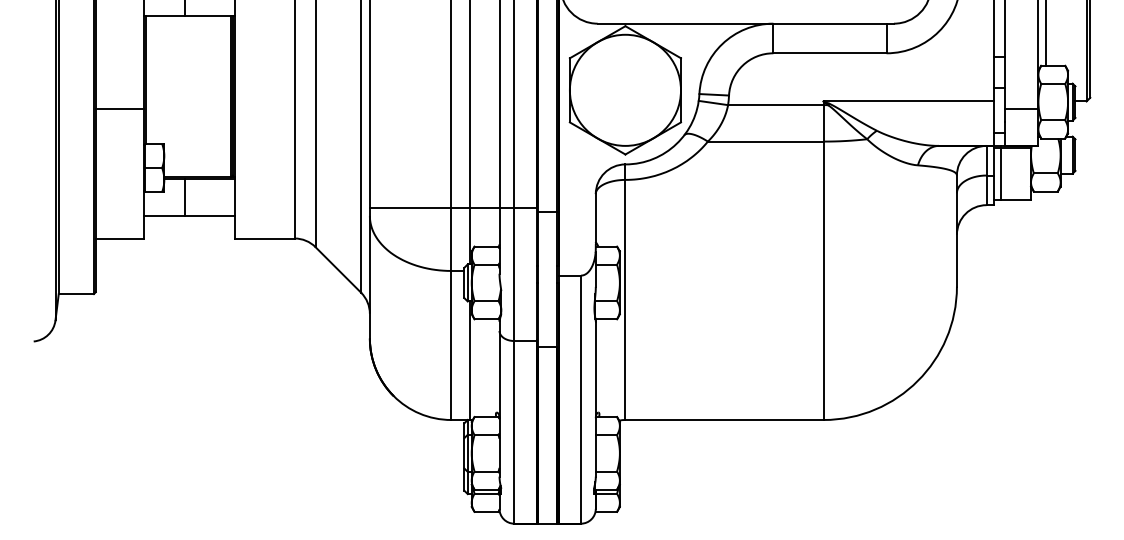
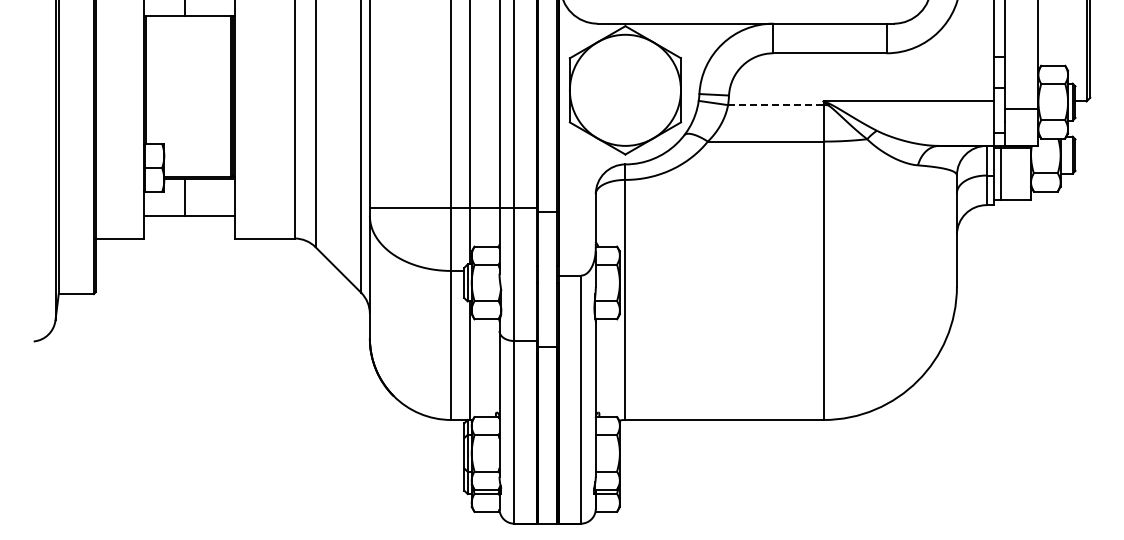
line at (1045, 33): present -> none
line at (775, 105): solid -> dashed
line at (119, 108): present -> none
